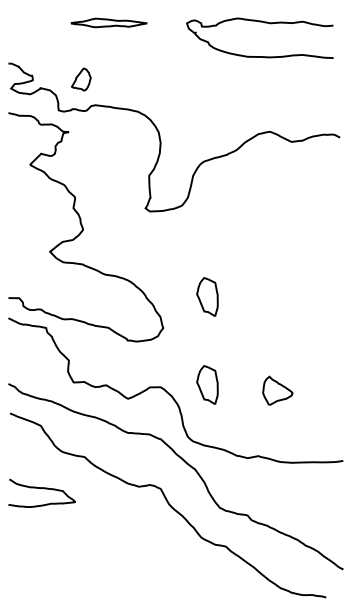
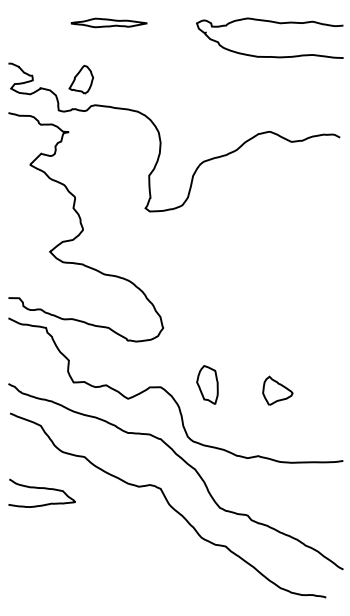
curve at (264, 23) position: (264, 23) -> (274, 23)
part at (81, 79) size: 21x25 px -> 27x31 px
part at (207, 296): present -> none
